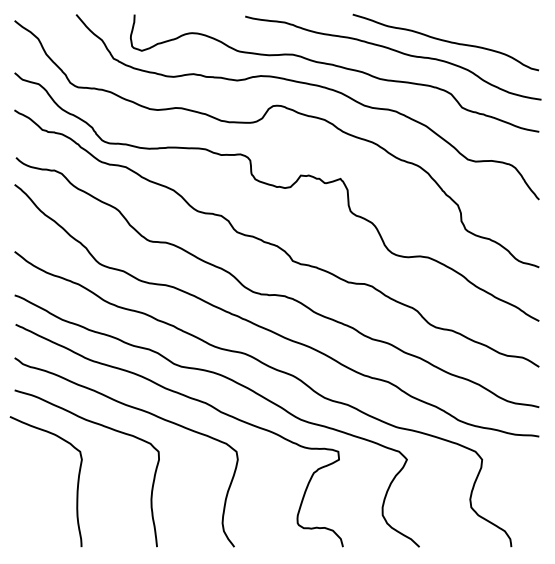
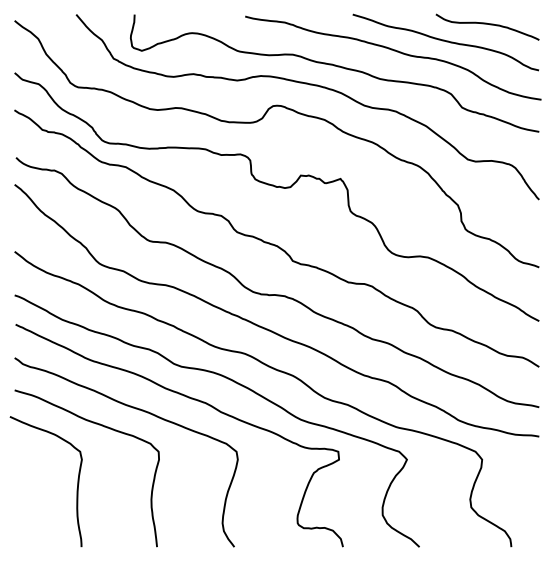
curve at (487, 24): none -> present
